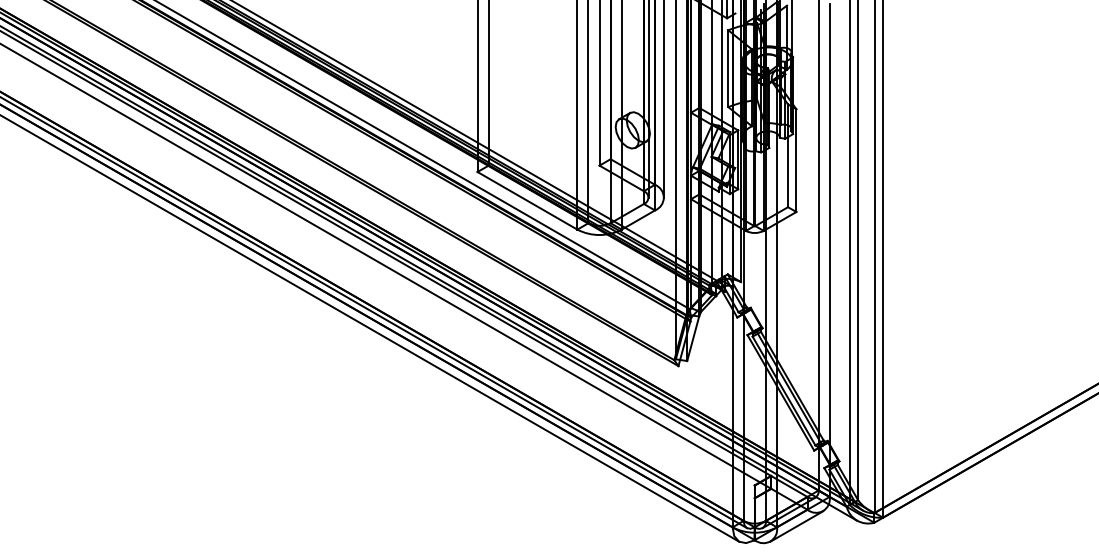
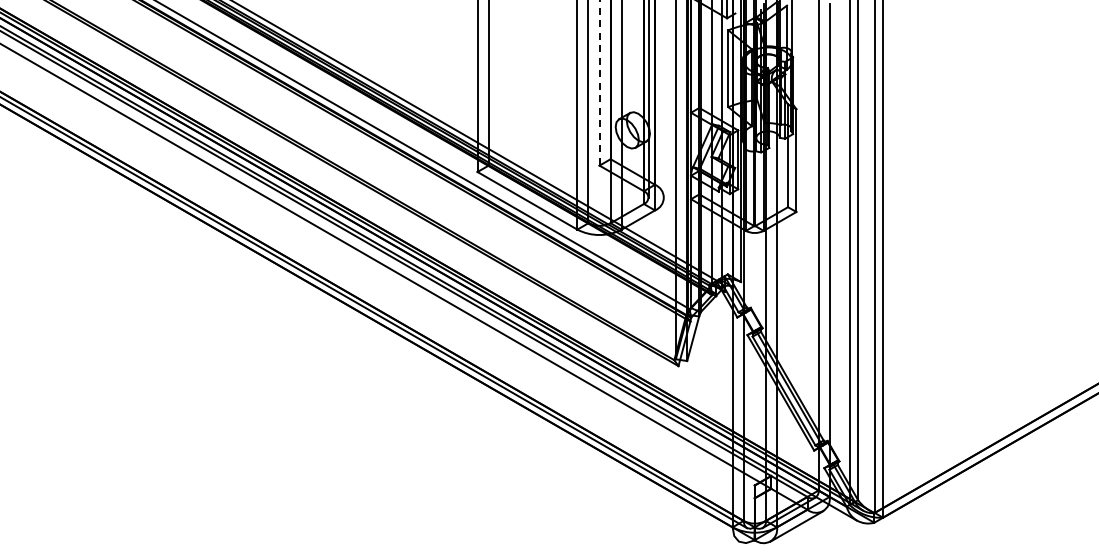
line at (599, 83): solid -> dashed
line at (664, 99): present -> none
line at (370, 328): present -> none
